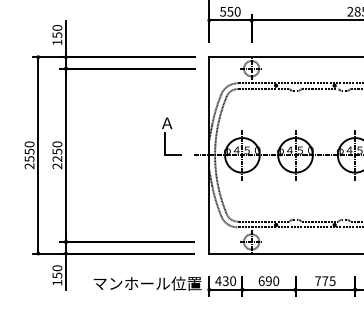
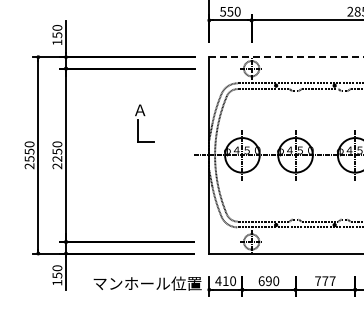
line at (287, 57): solid -> dashed
part at (171, 136) position: (171, 136) -> (144, 123)
text at (225, 281): 430 -> 410
text at (332, 281): 775 -> 777
